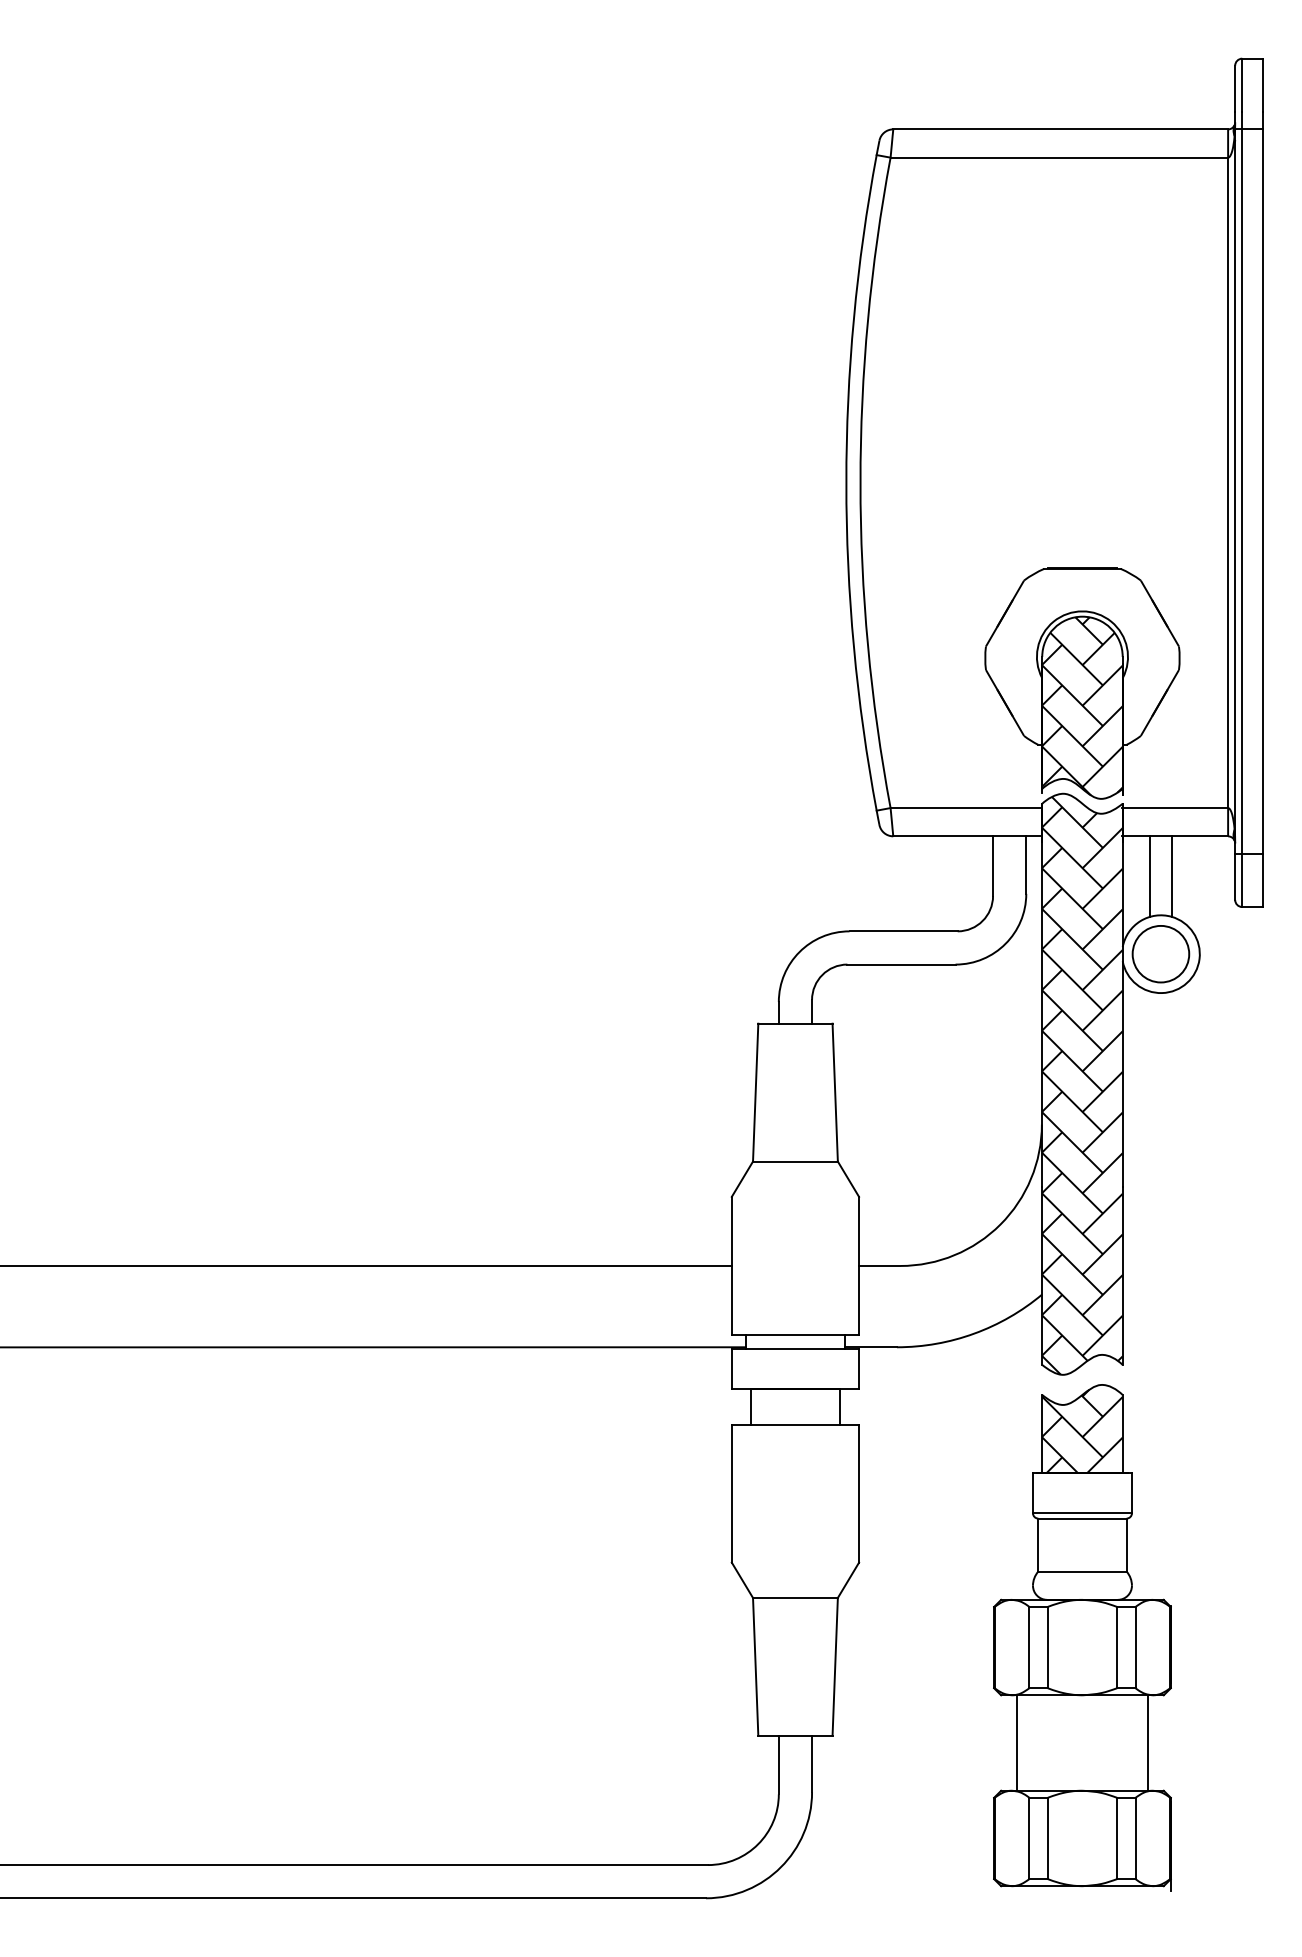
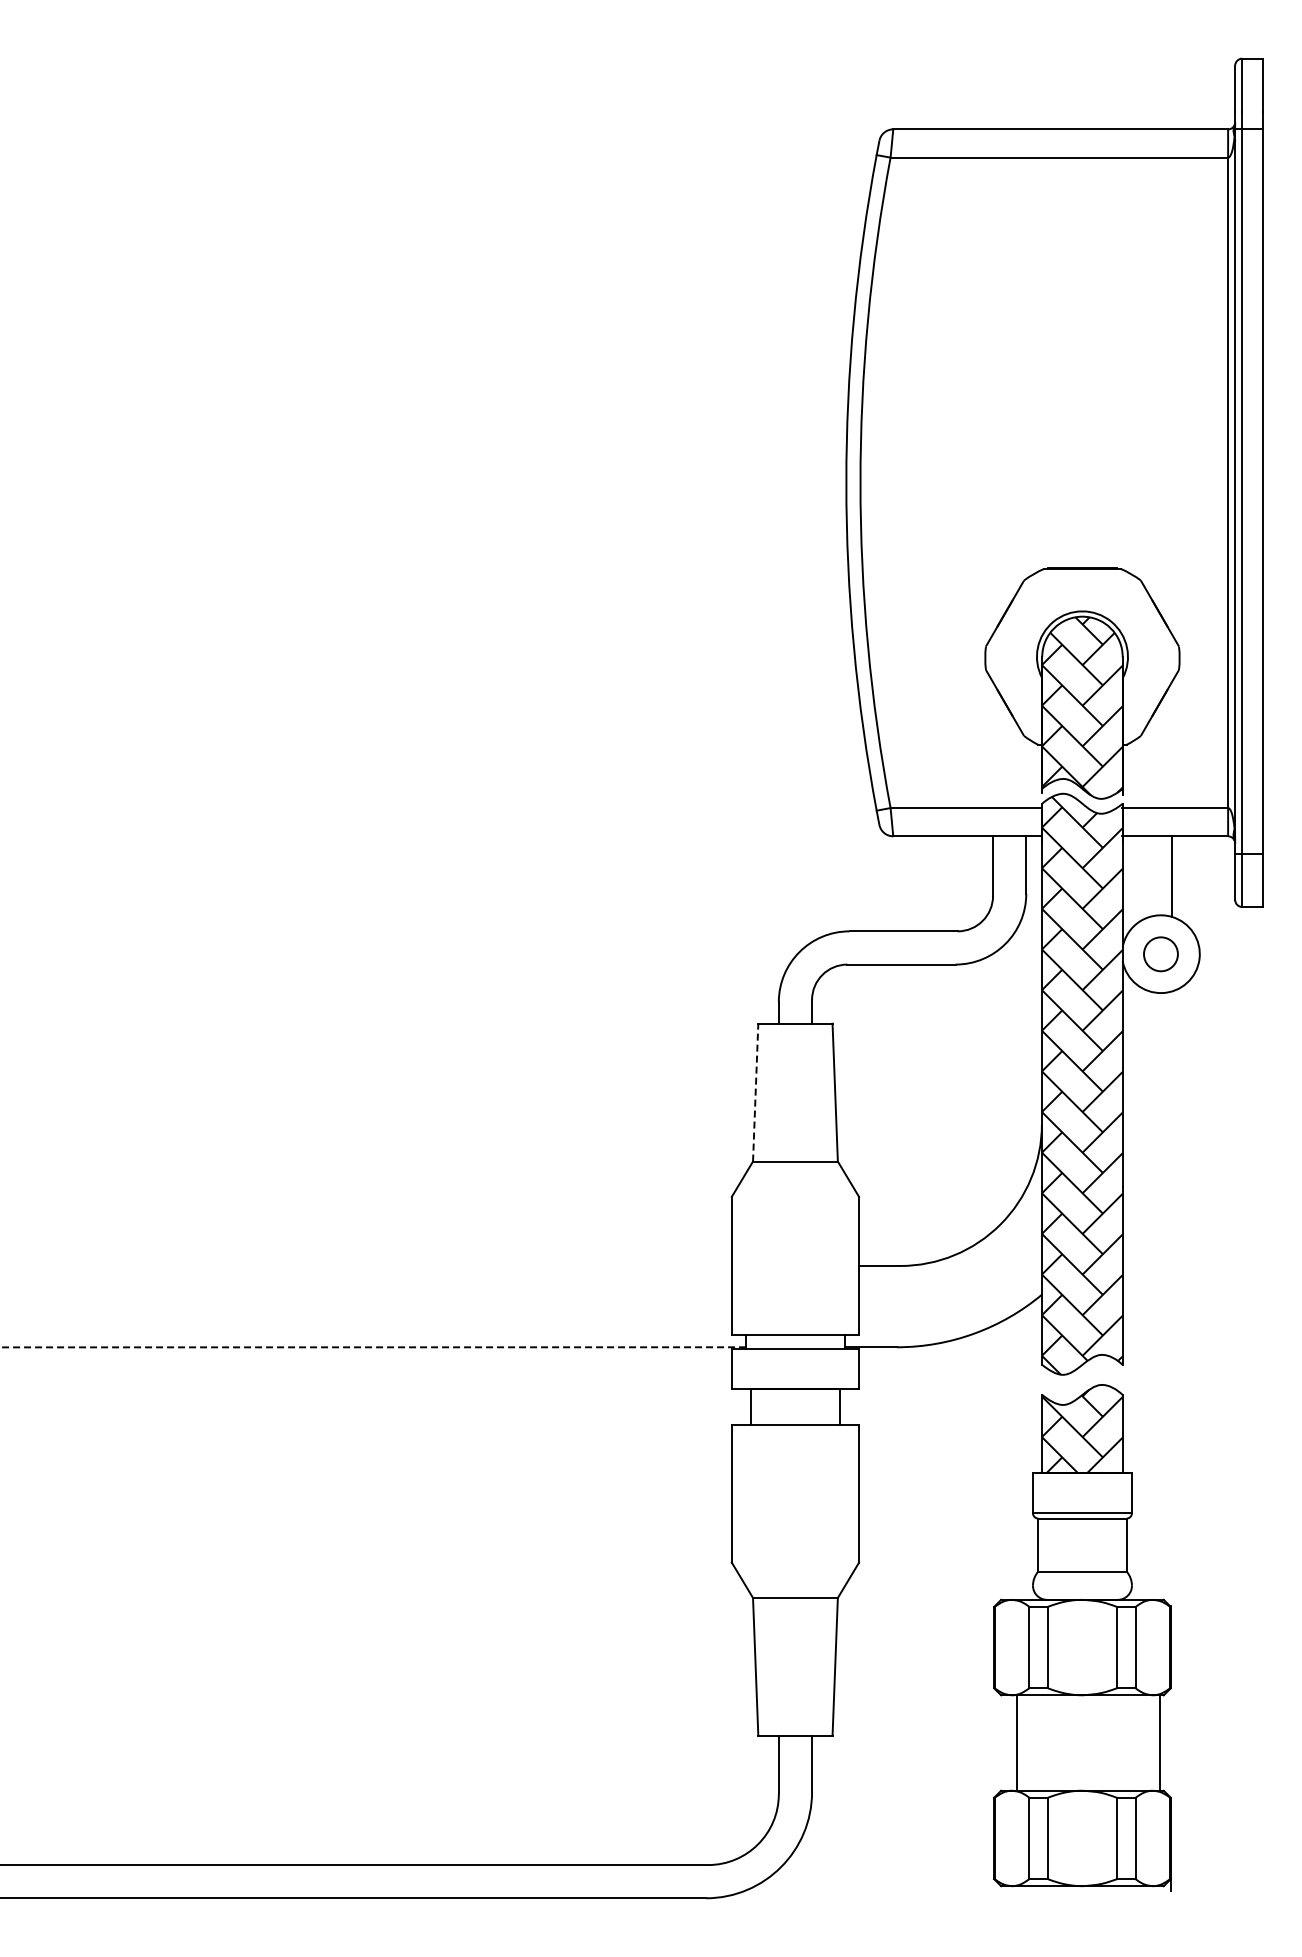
line at (1150, 876): present -> none
circle at (1160, 954) size: 60x59 px -> 36x37 px
line at (755, 1092): solid -> dashed
line at (366, 1265): present -> none
line at (373, 1347): solid -> dashed
line at (1147, 1742) position: (1147, 1742) -> (1159, 1742)
